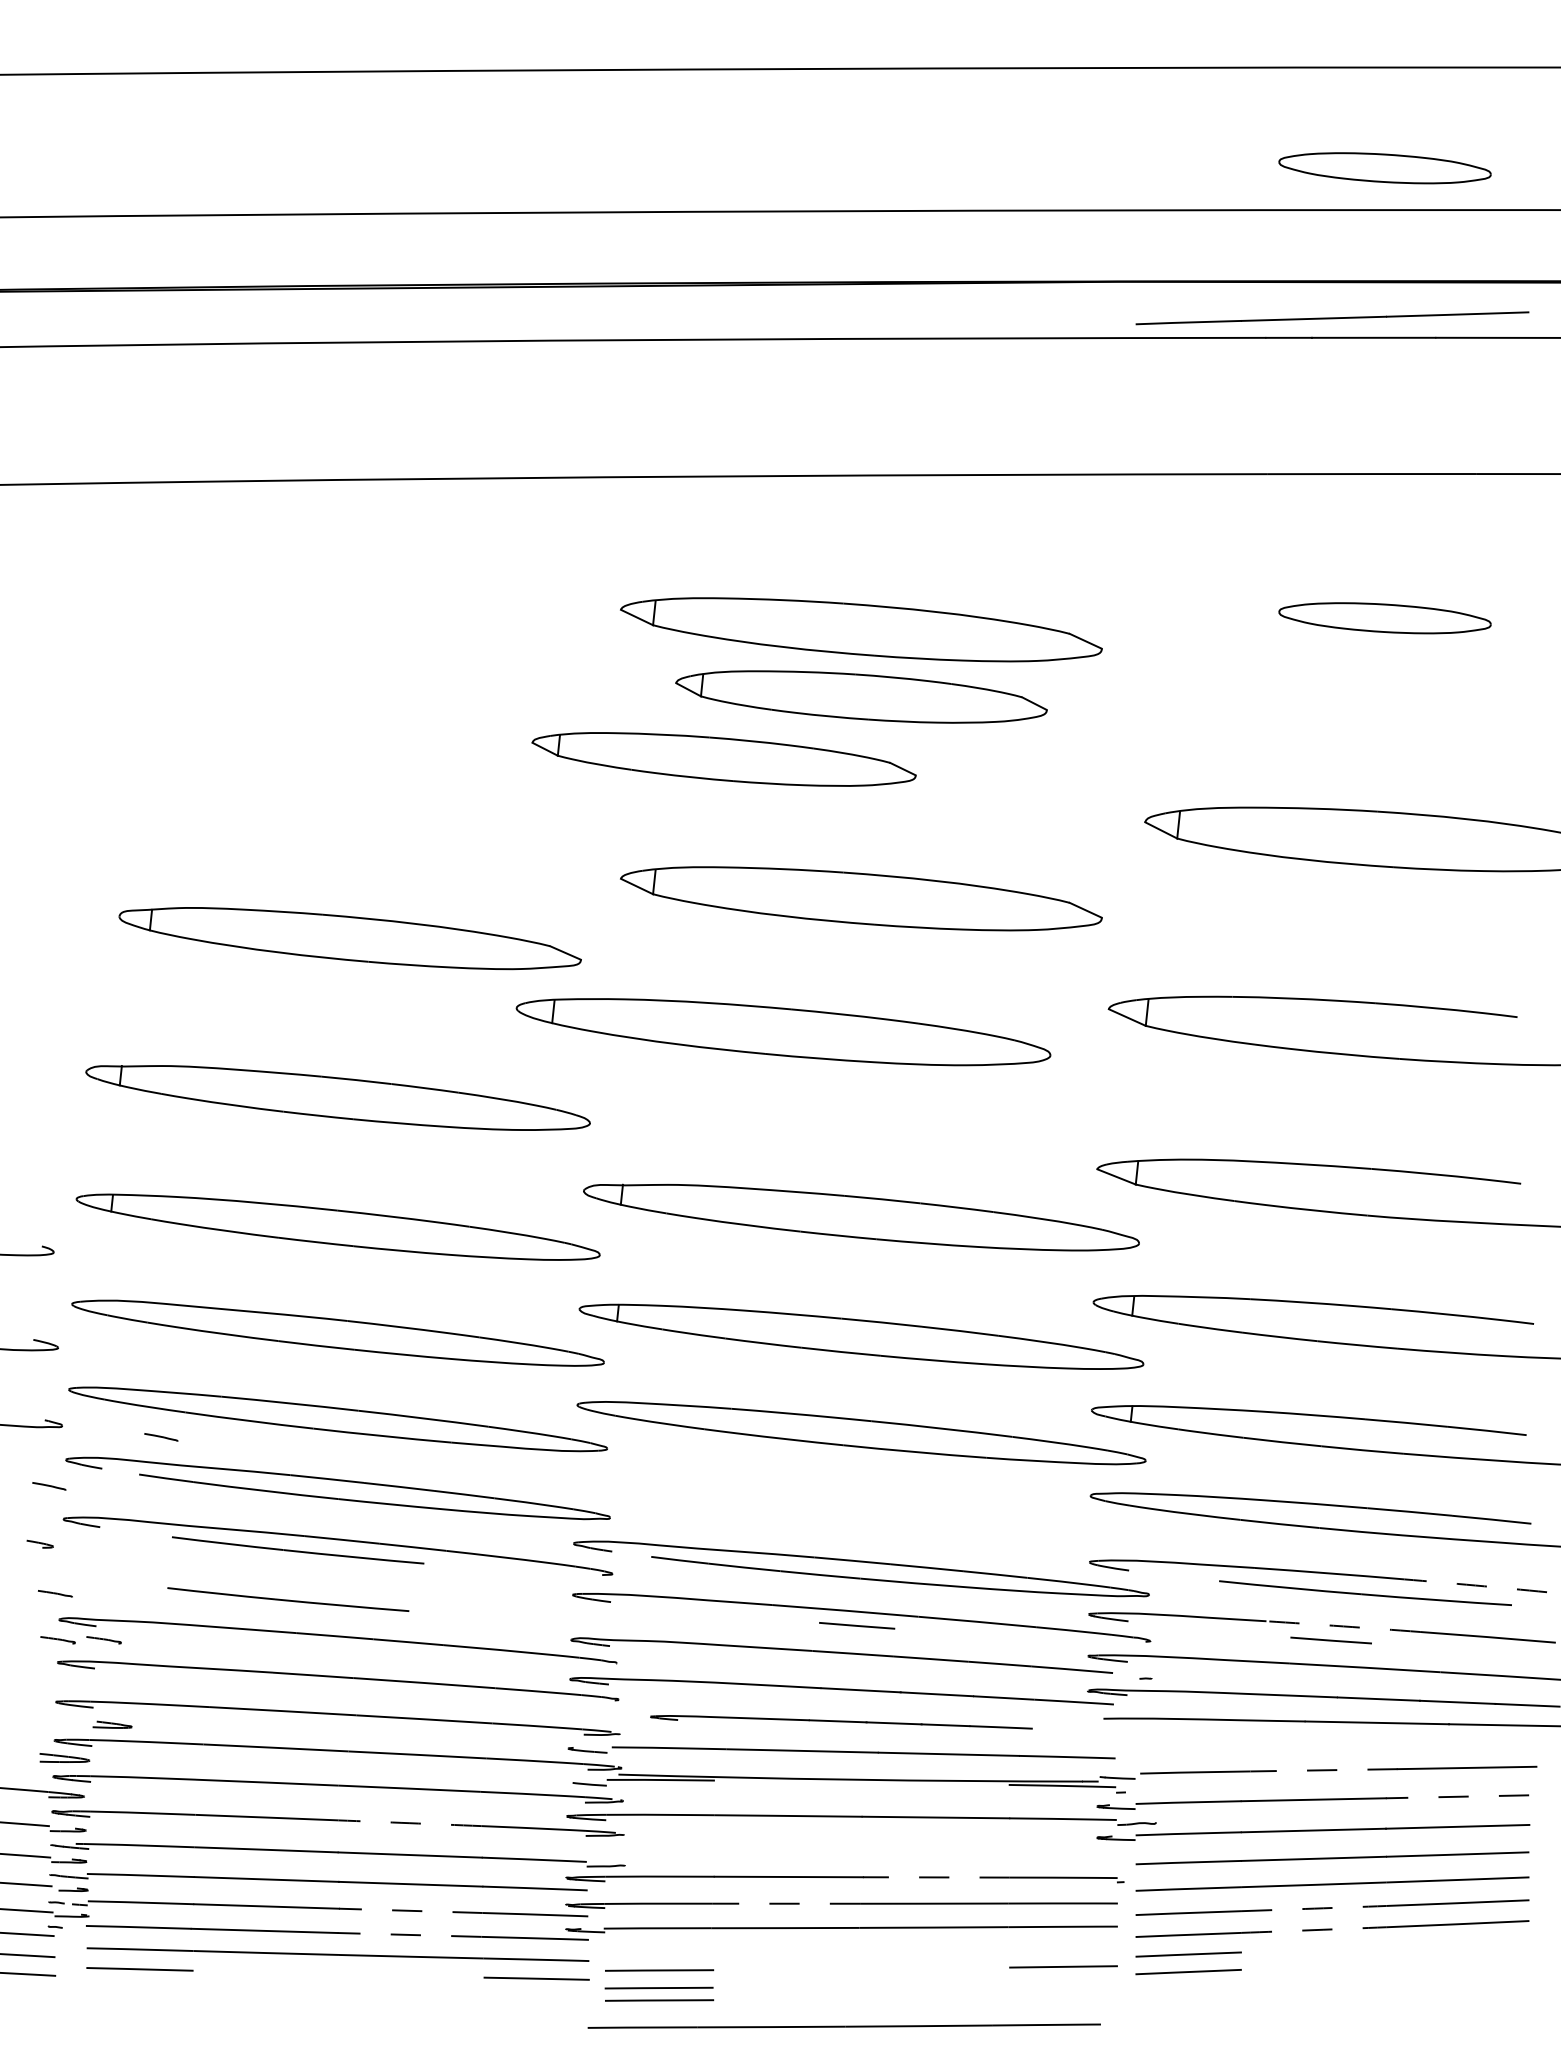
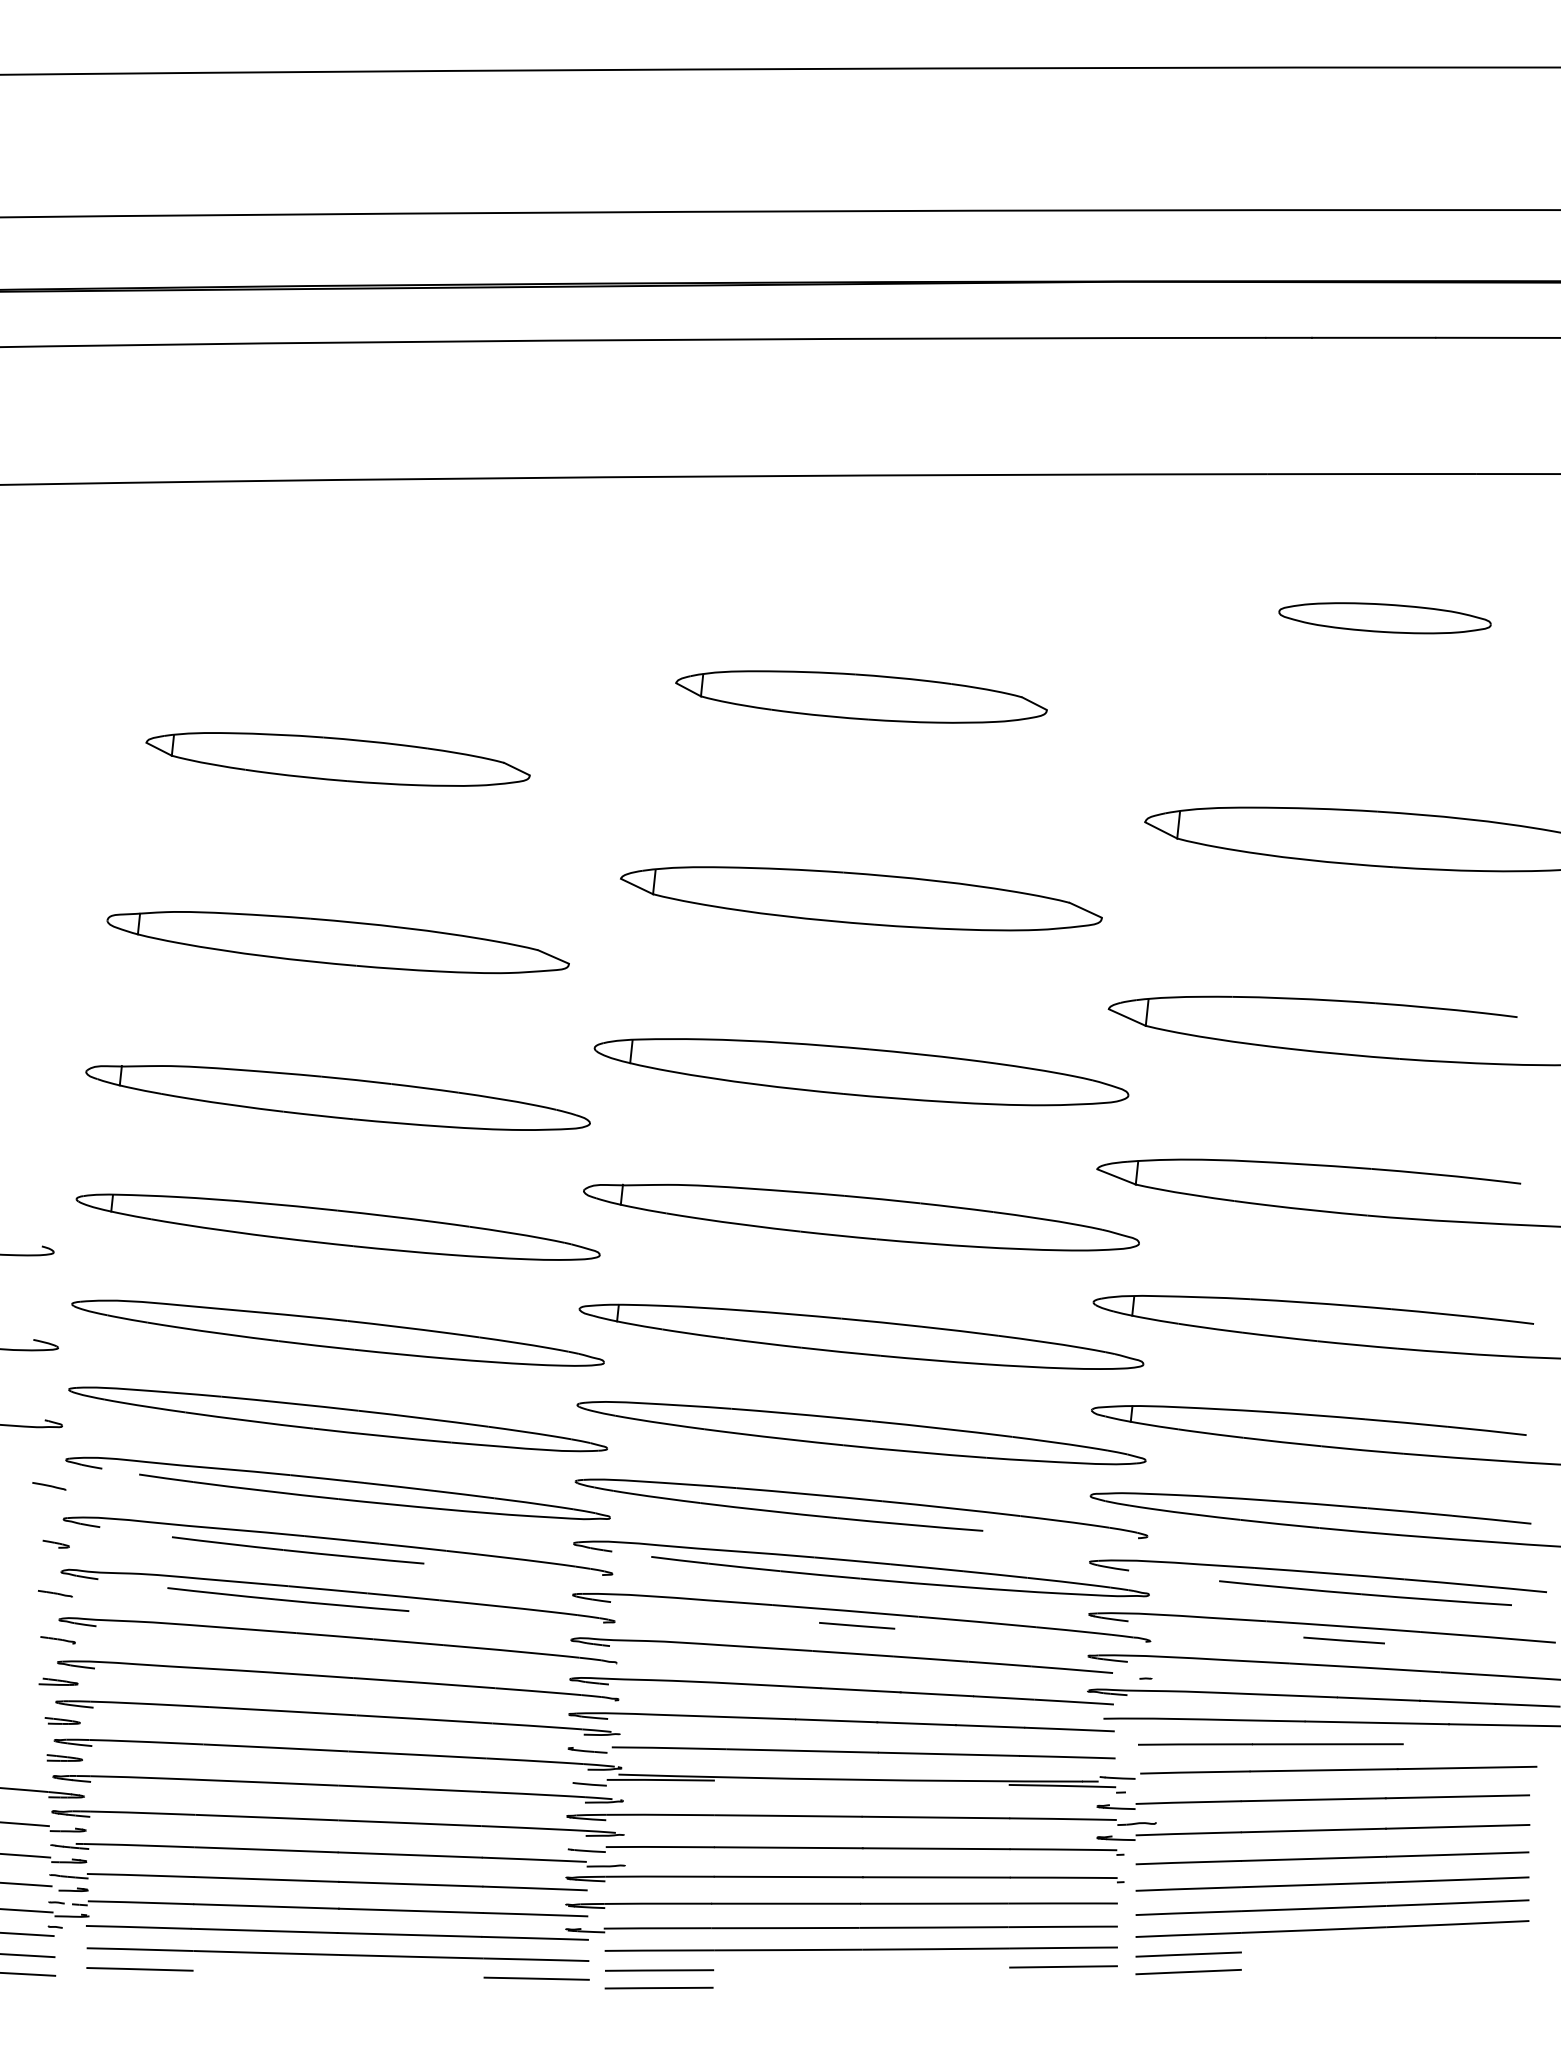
part at (1384, 168): present -> none
line at (1332, 318): present -> none
part at (861, 629): present -> none
part at (723, 759) position: (723, 759) -> (337, 759)
part at (349, 938) position: (349, 938) -> (337, 942)
part at (783, 1032) position: (783, 1032) -> (861, 1072)
line at (161, 1437): present -> none
part at (861, 1500): none -> present
part at (39, 1543) position: (39, 1543) -> (55, 1543)
arc at (1475, 1585): dashed -> solid
part at (337, 1595): none -> present
arc at (1343, 1626): dashed -> solid
part at (103, 1640): present -> none
line at (1330, 1640) position: (1330, 1640) -> (1343, 1640)
part at (62, 1720): none -> present
part at (841, 1722) size: 383x15 px -> 547x21 px
part at (112, 1724) position: (112, 1724) -> (58, 1681)
line at (1270, 1744): none -> present
part at (64, 1757) size: 52x10 px -> 37x8 px
line at (1324, 1770): dashed -> solid
line at (1457, 1796): dashed -> solid
arc at (409, 1823): dashed -> solid
part at (845, 1850): none -> present
line at (935, 1877): dashed -> solid
line at (786, 1903): dashed -> solid
arc at (1314, 1908): dashed -> solid
line at (410, 1910): dashed -> solid
arc at (1314, 1930): dashed -> solid
line at (409, 1934): dashed -> solid
line at (659, 2000): present -> none
line at (843, 2025) position: (843, 2025) -> (860, 1948)
